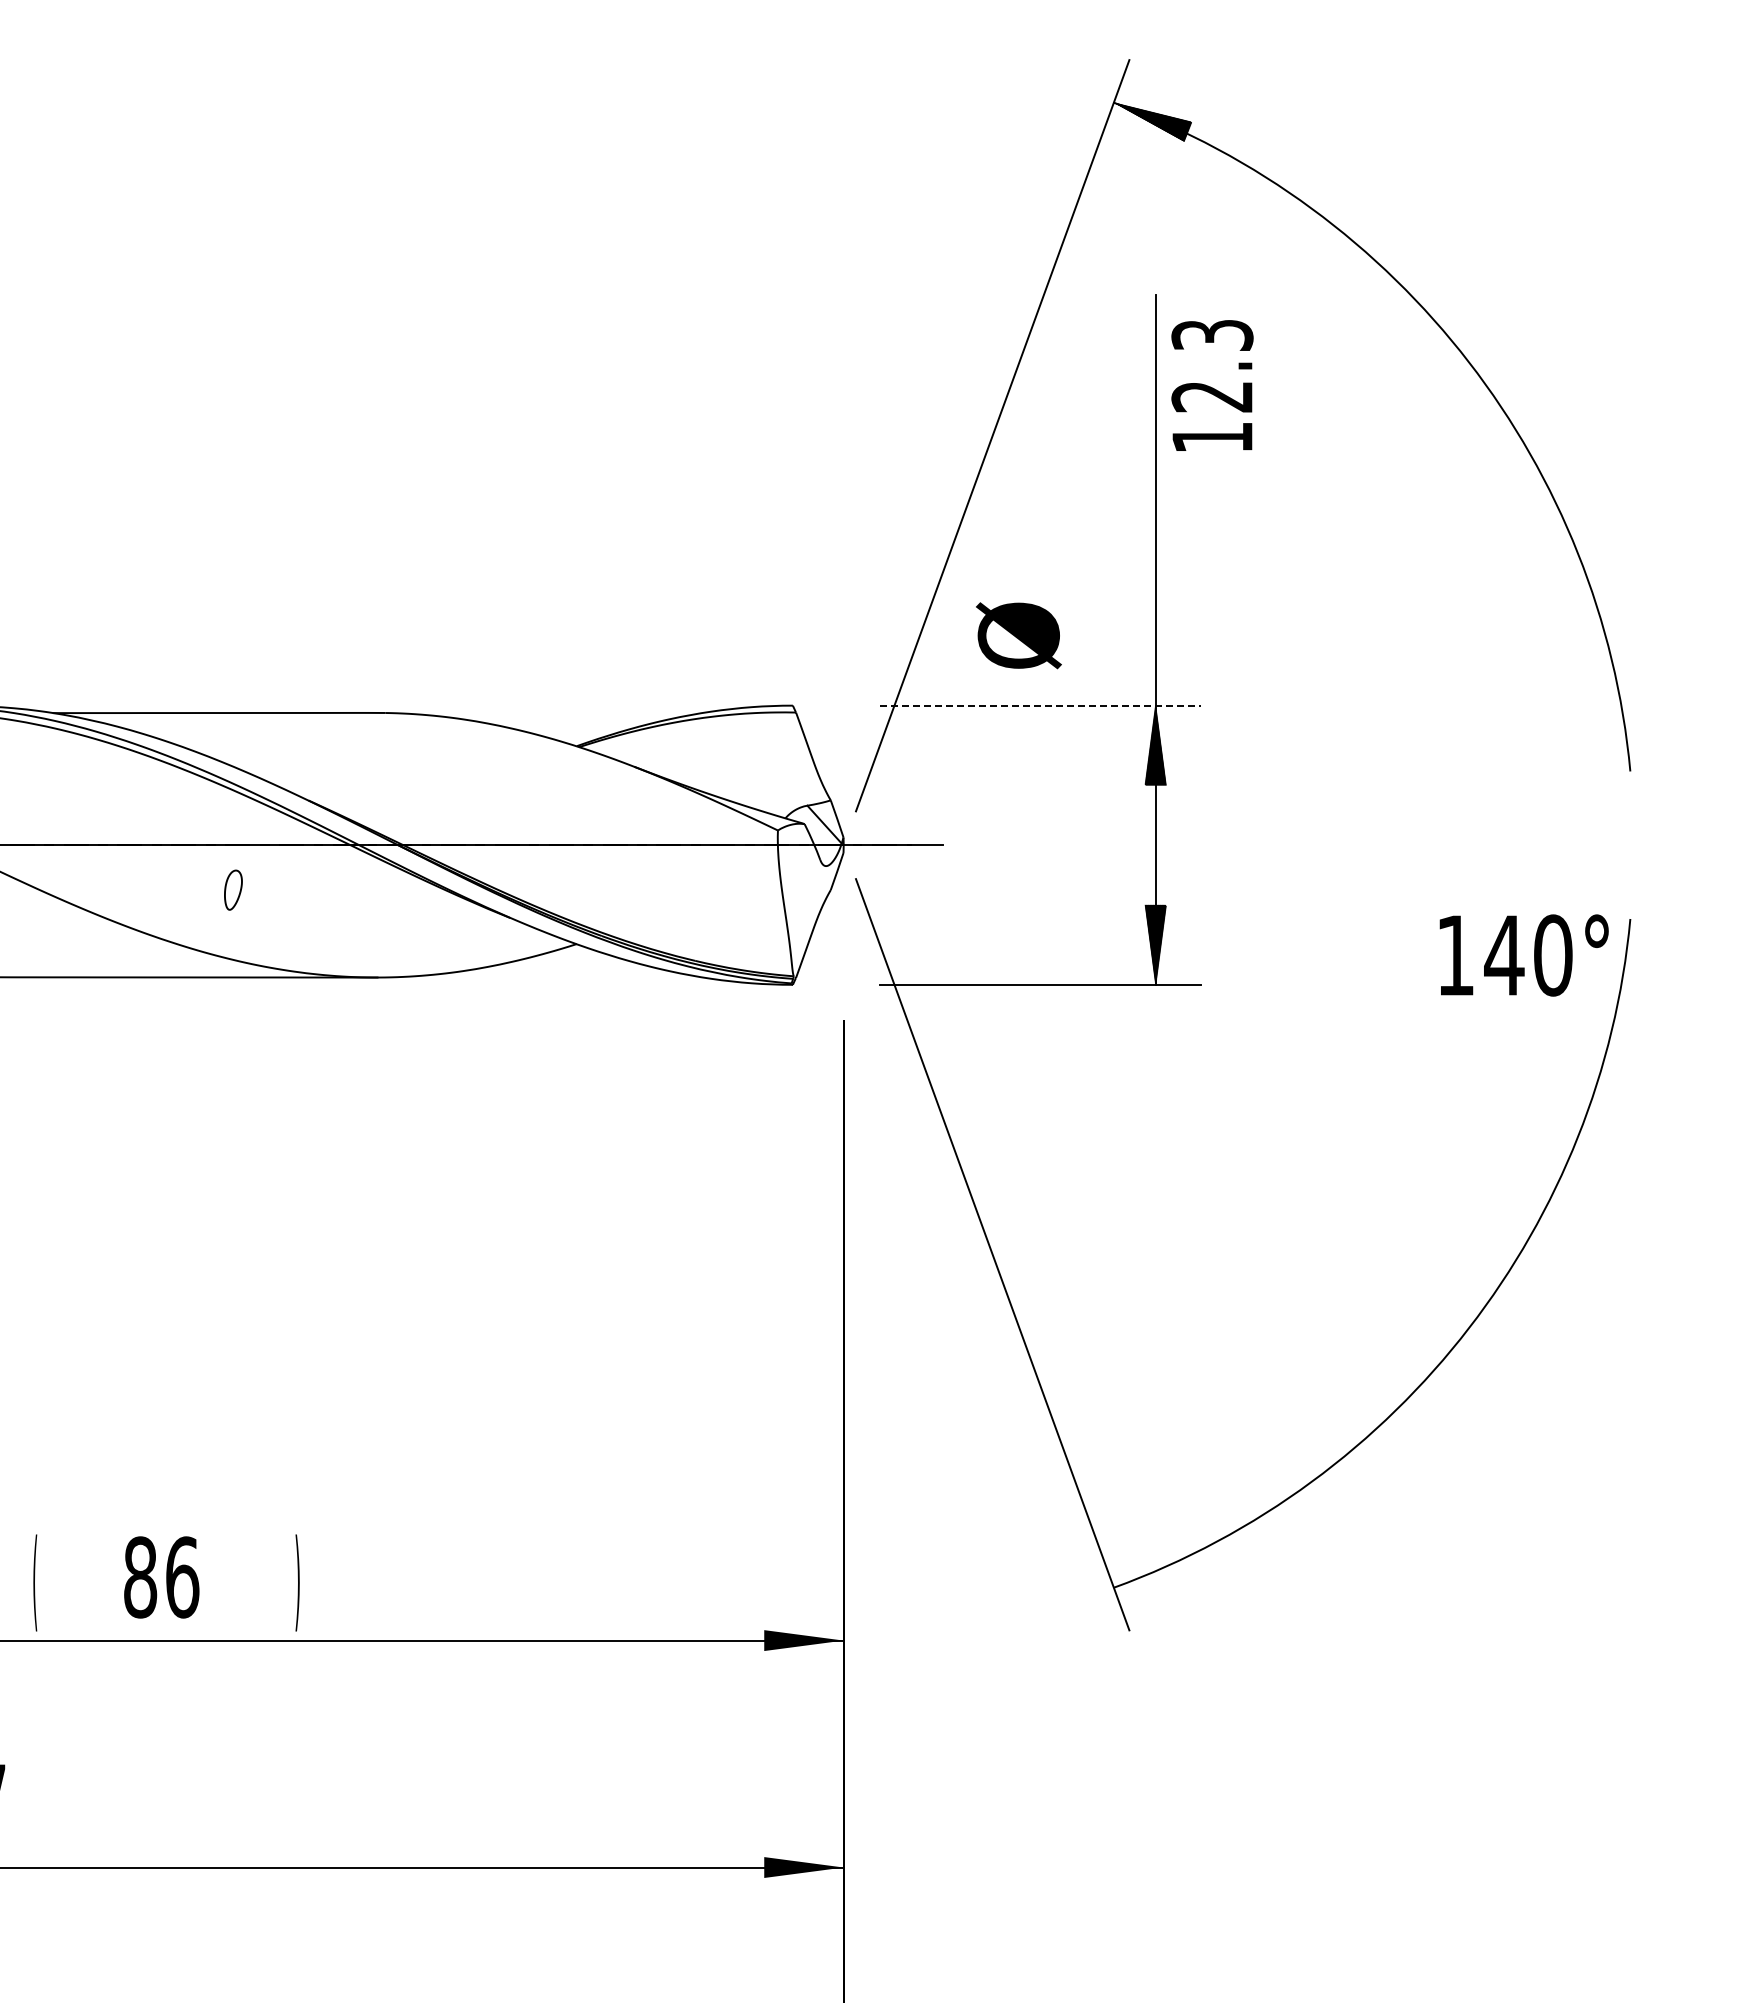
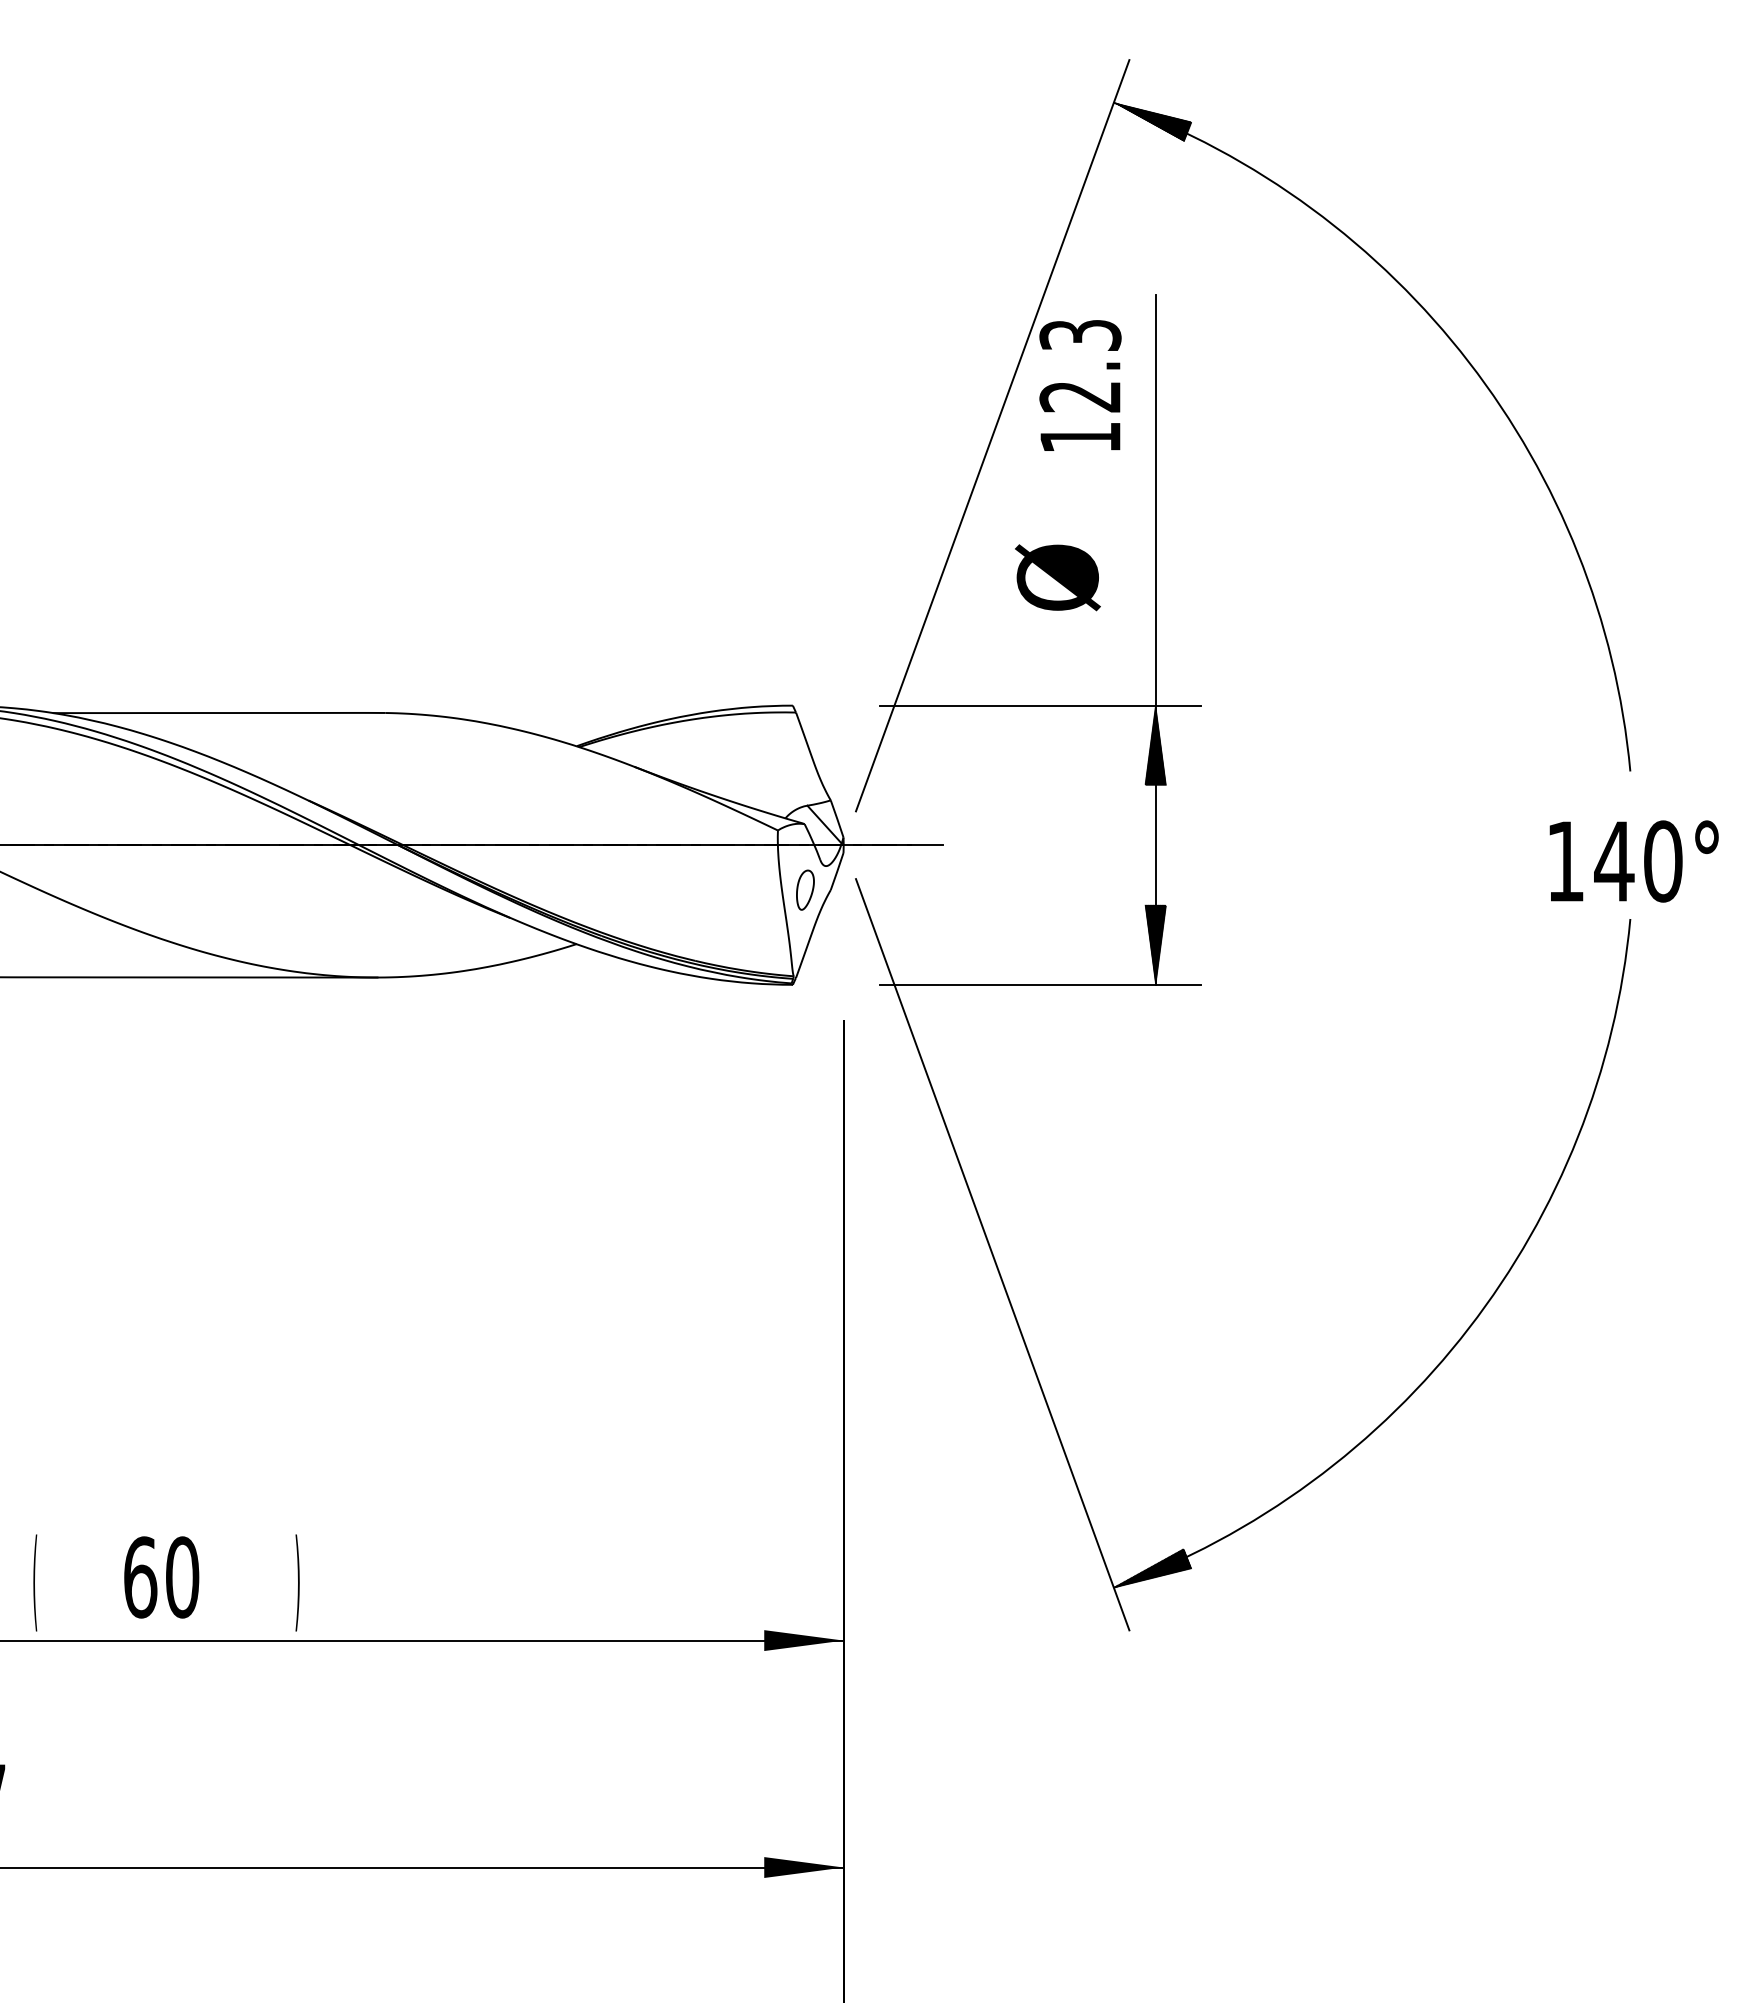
text at (1212, 385) position: (1212, 385) -> (1080, 385)
text at (1018, 635) position: (1018, 635) -> (1057, 577)
line at (1040, 705): dashed -> solid
part at (233, 889) position: (233, 889) -> (805, 889)
text at (1523, 955) position: (1523, 955) -> (1633, 861)
hatch at (1152, 1568): none -> present
text at (161, 1577): 86 -> 60
